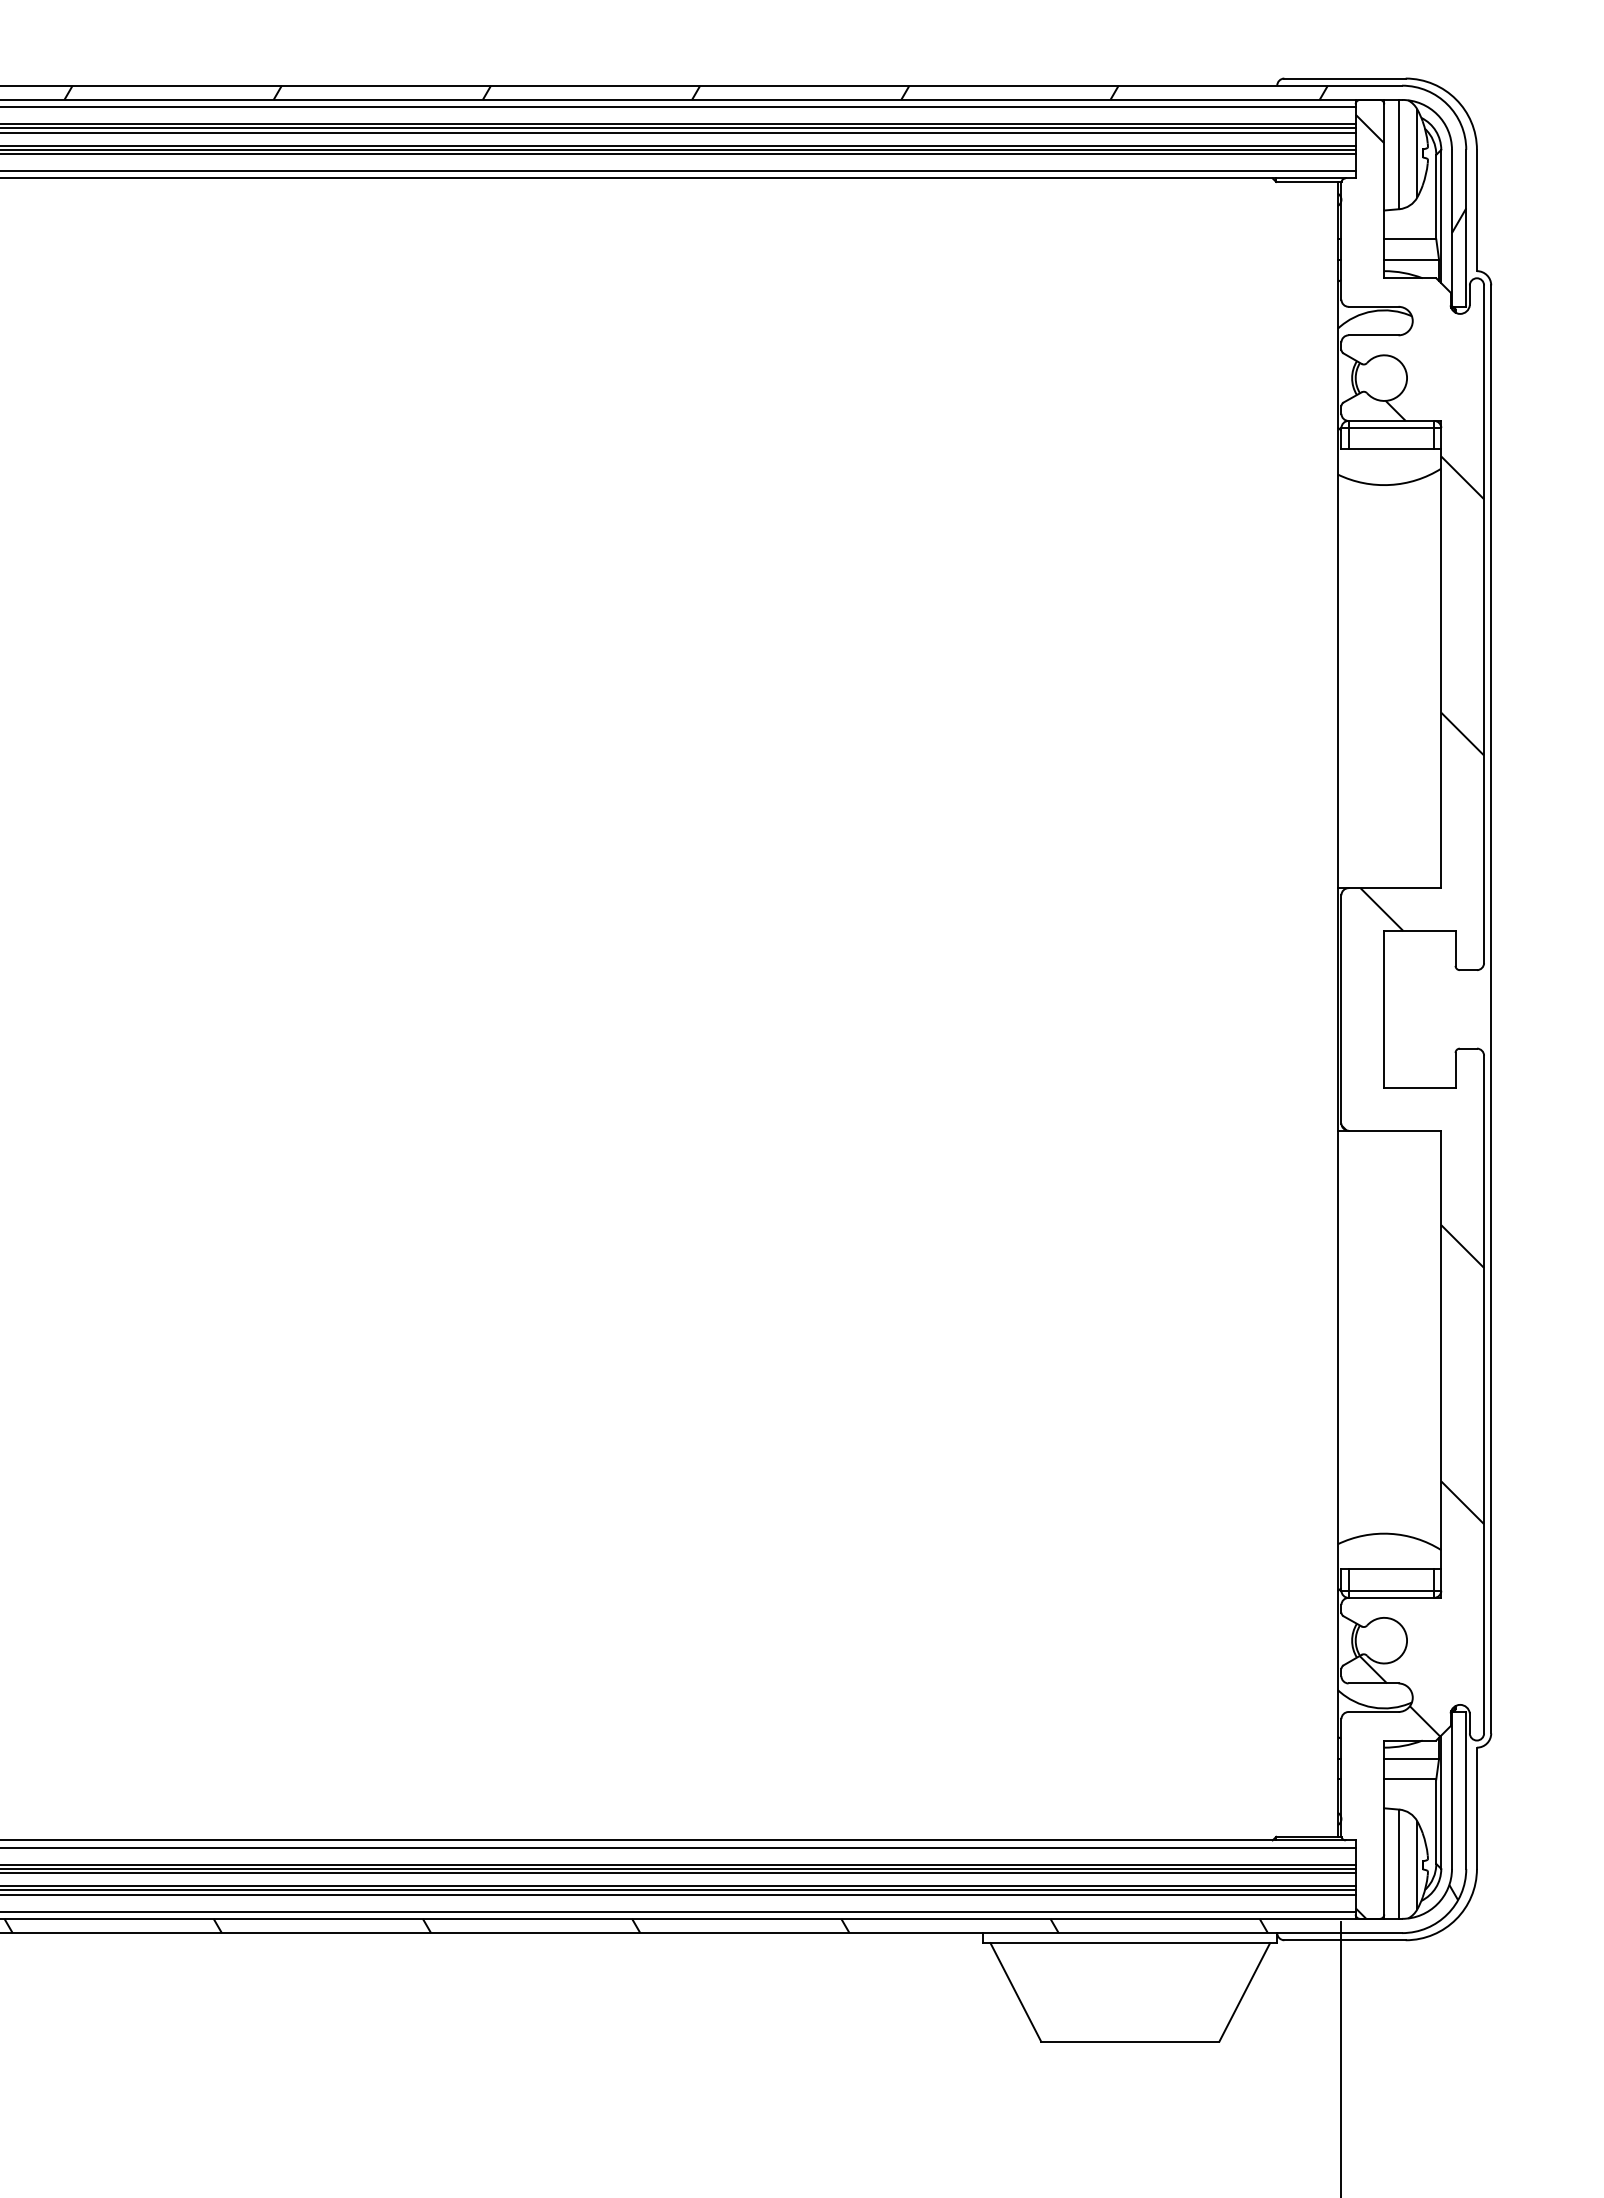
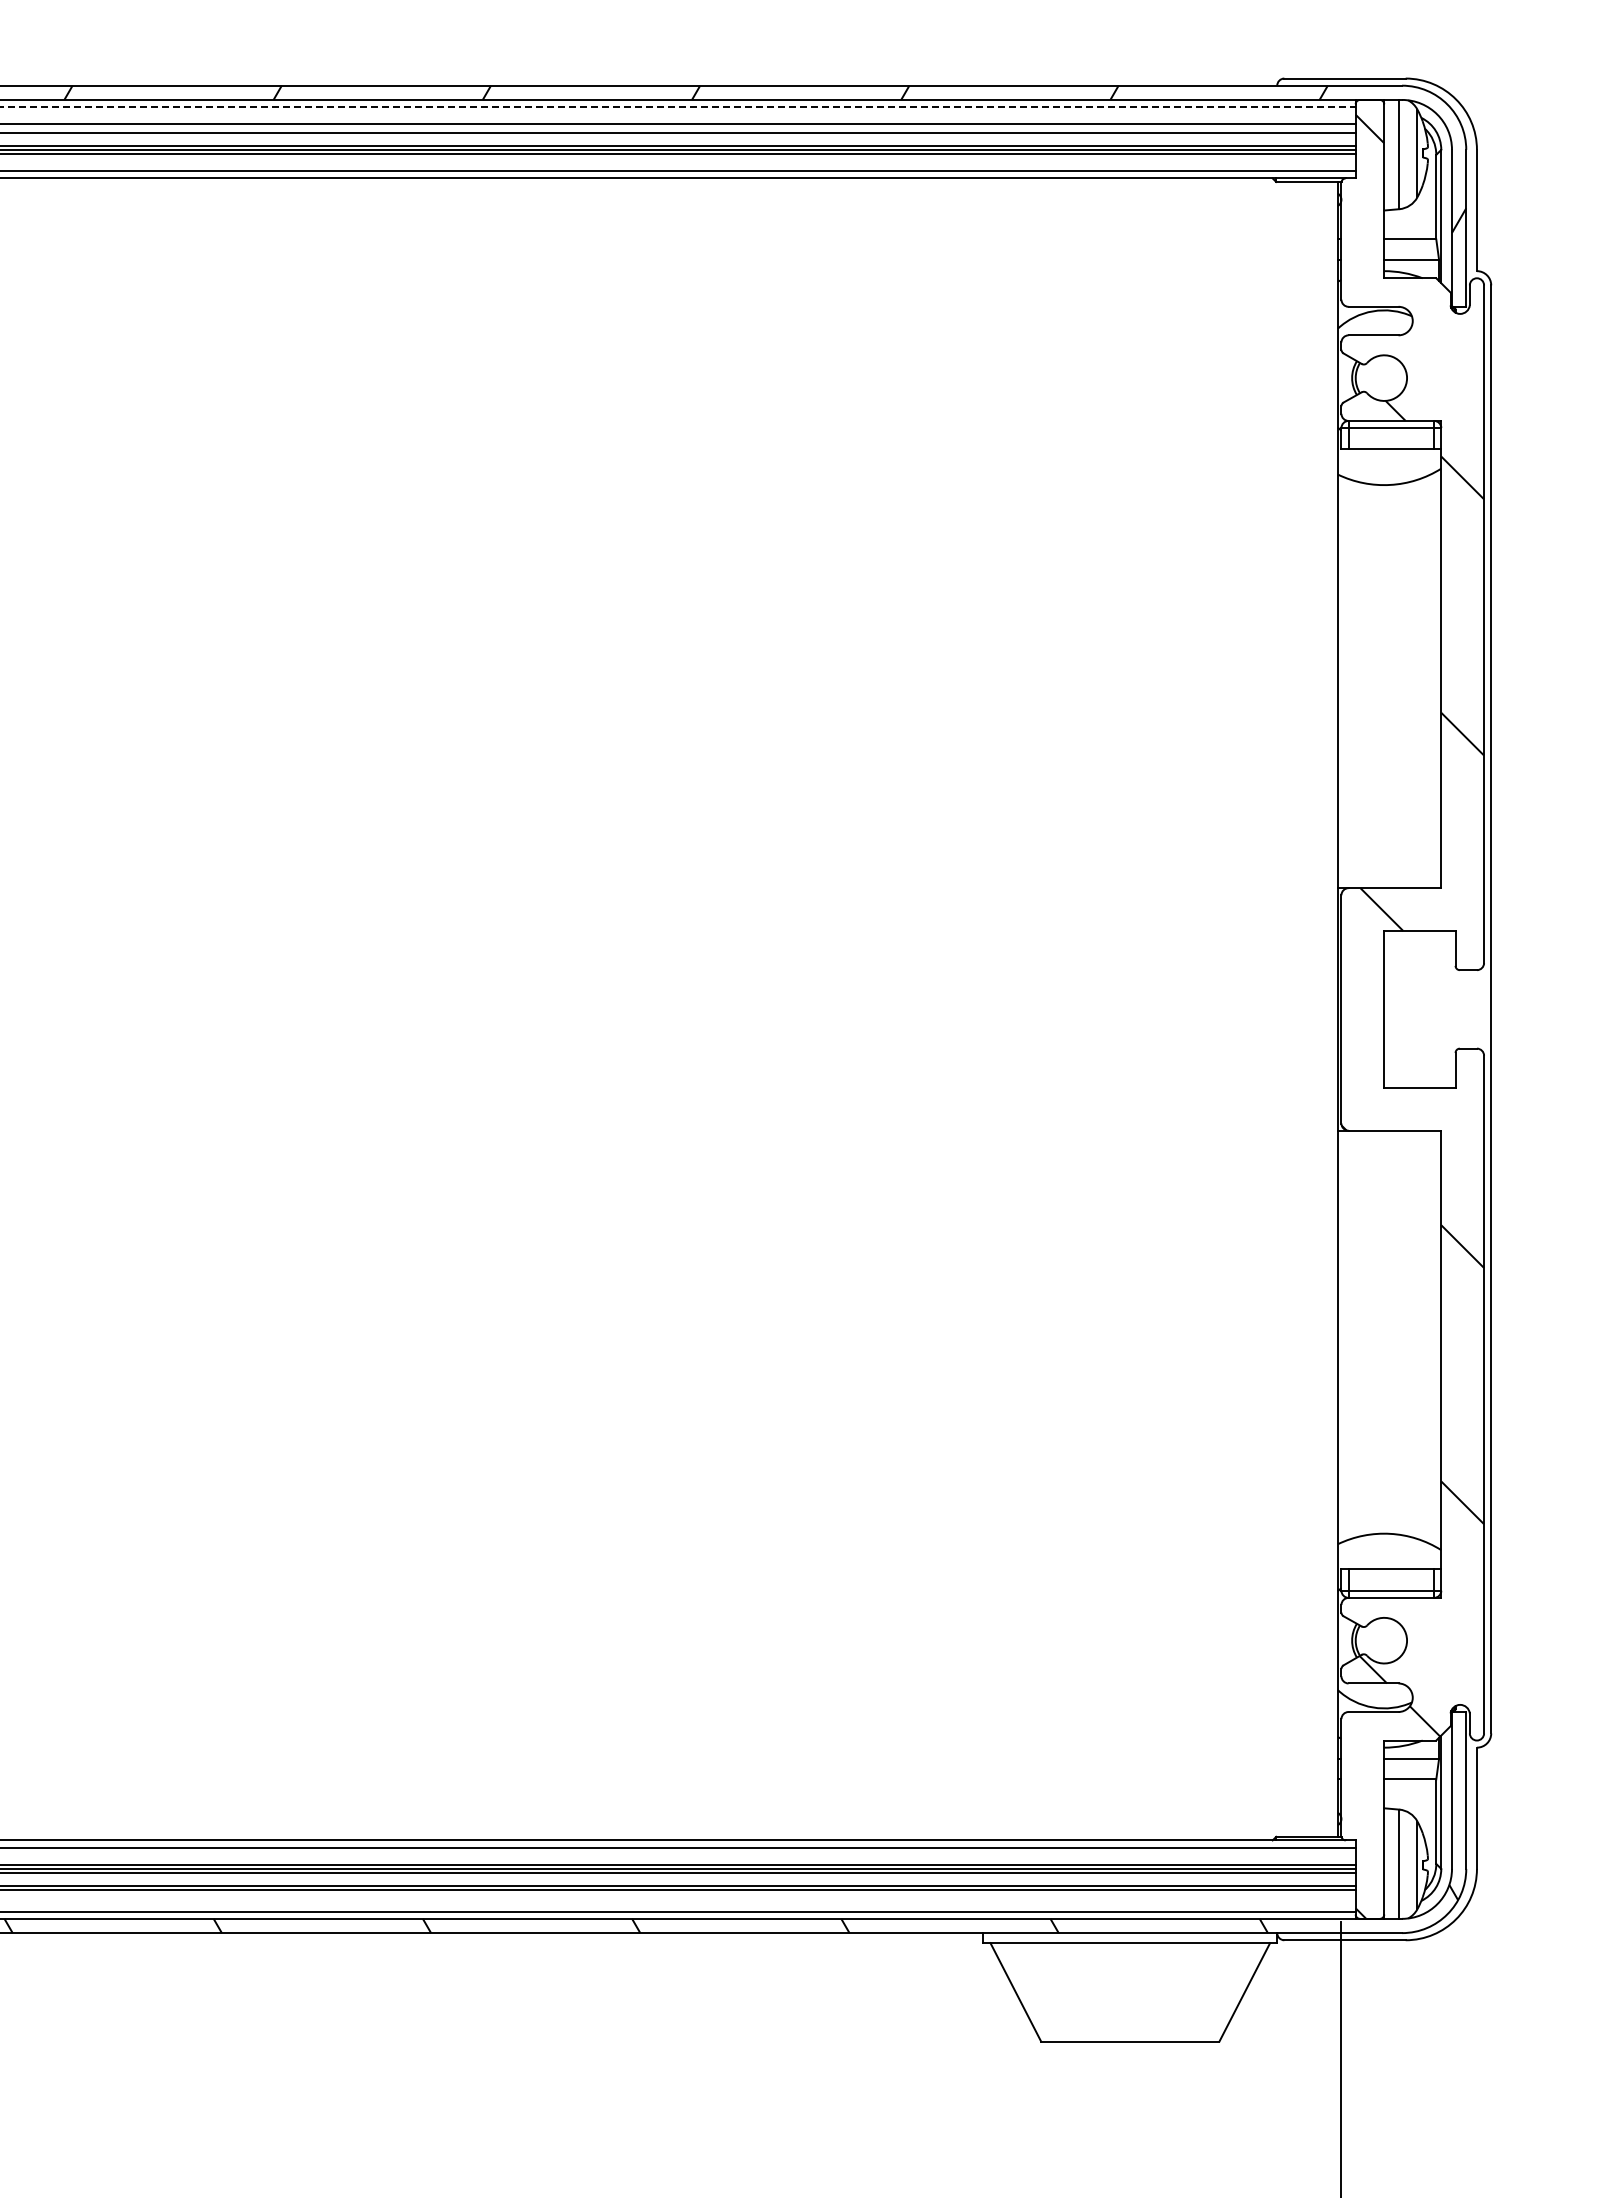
line at (677, 107): solid -> dashed
line at (678, 128): present -> none
line at (678, 1894): present -> none
